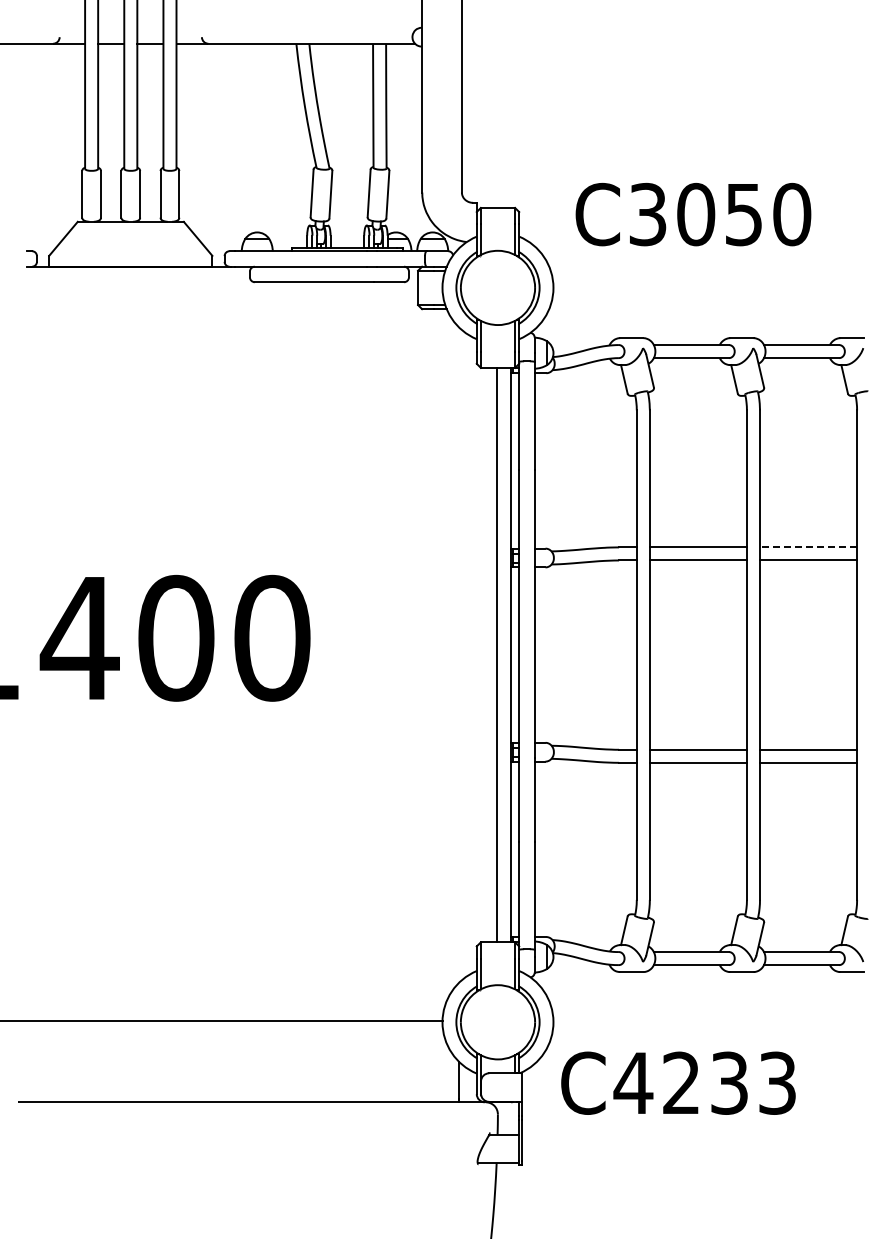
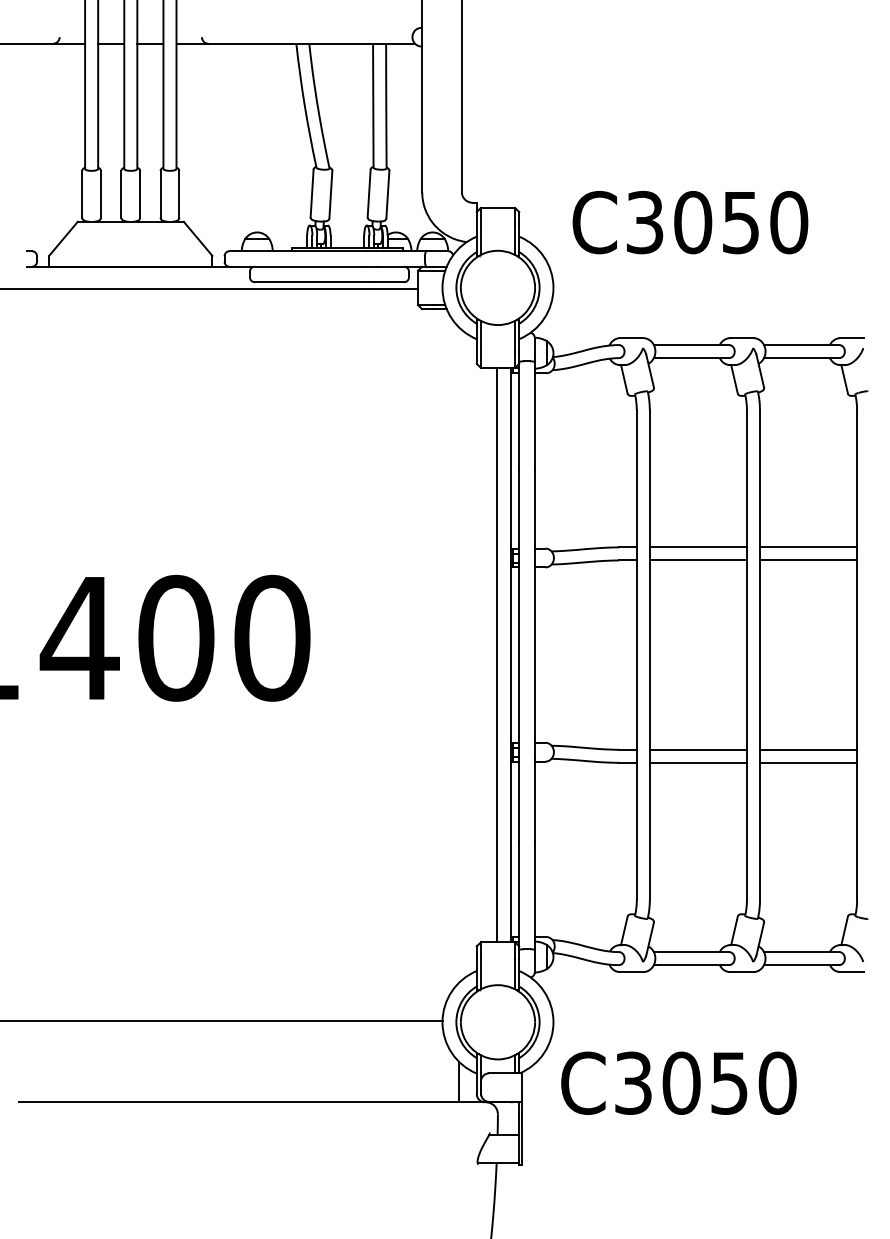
text at (693, 214) position: (693, 214) -> (690, 222)
line at (210, 288): none -> present
line at (808, 547): dashed -> solid
text at (704, 1082): C4233 -> C3050
